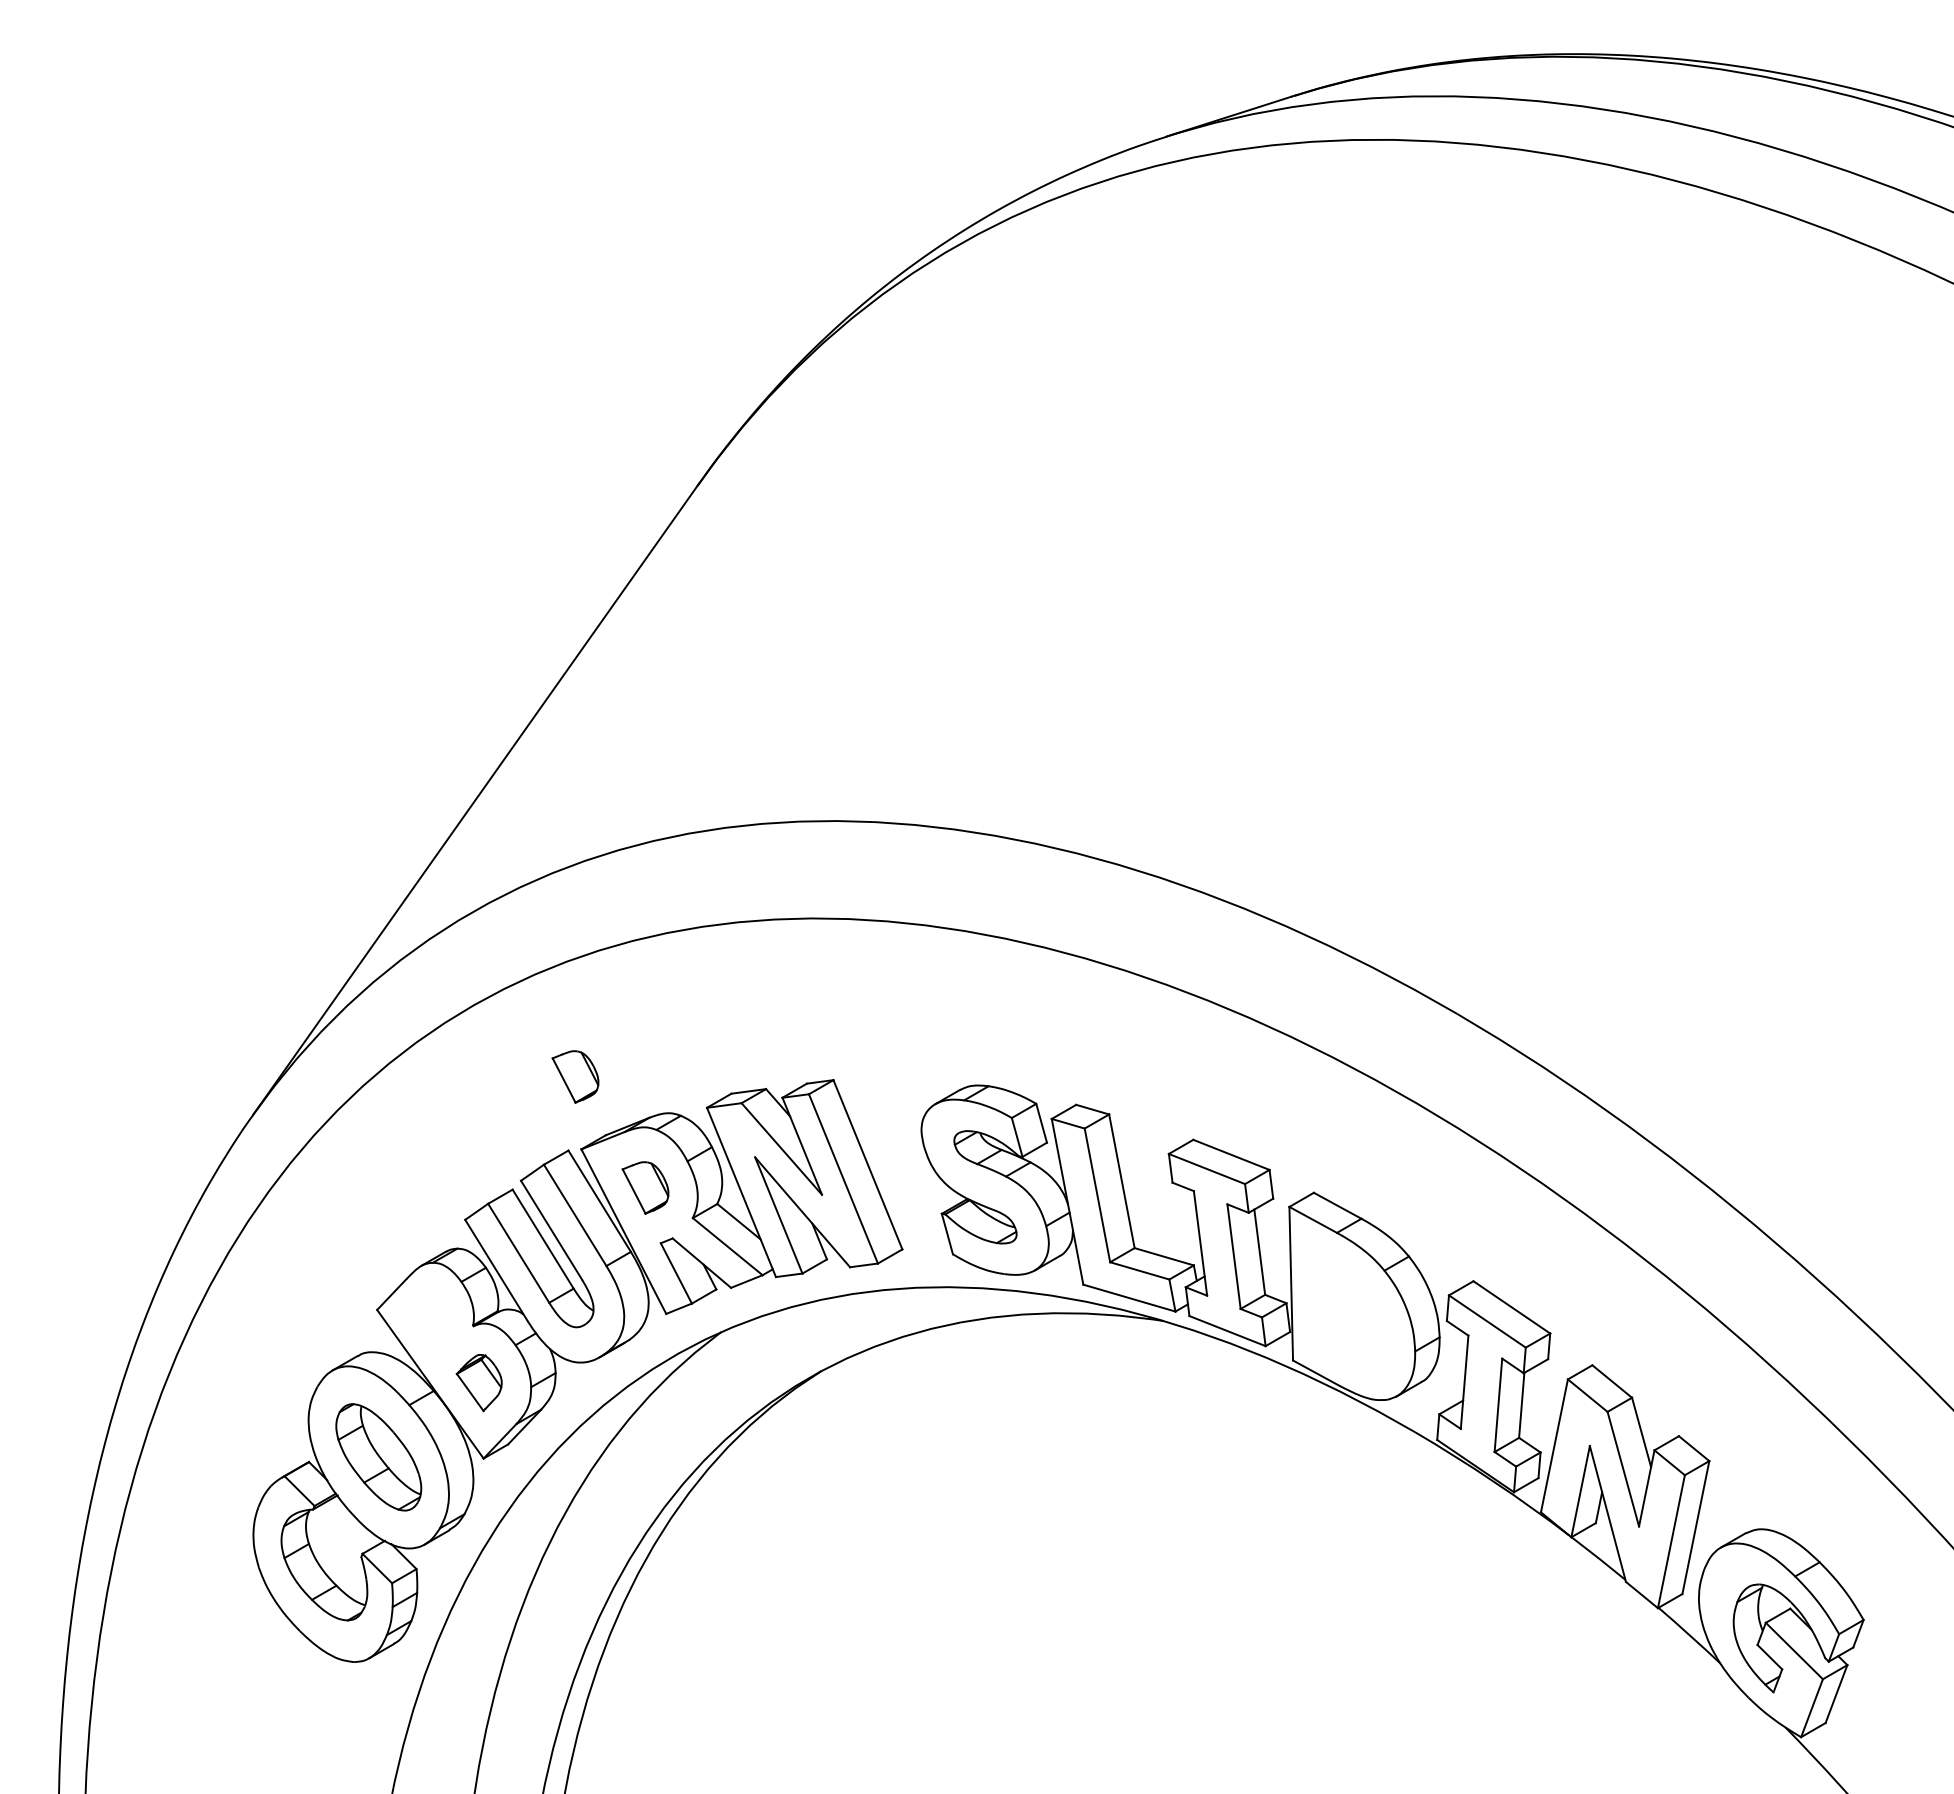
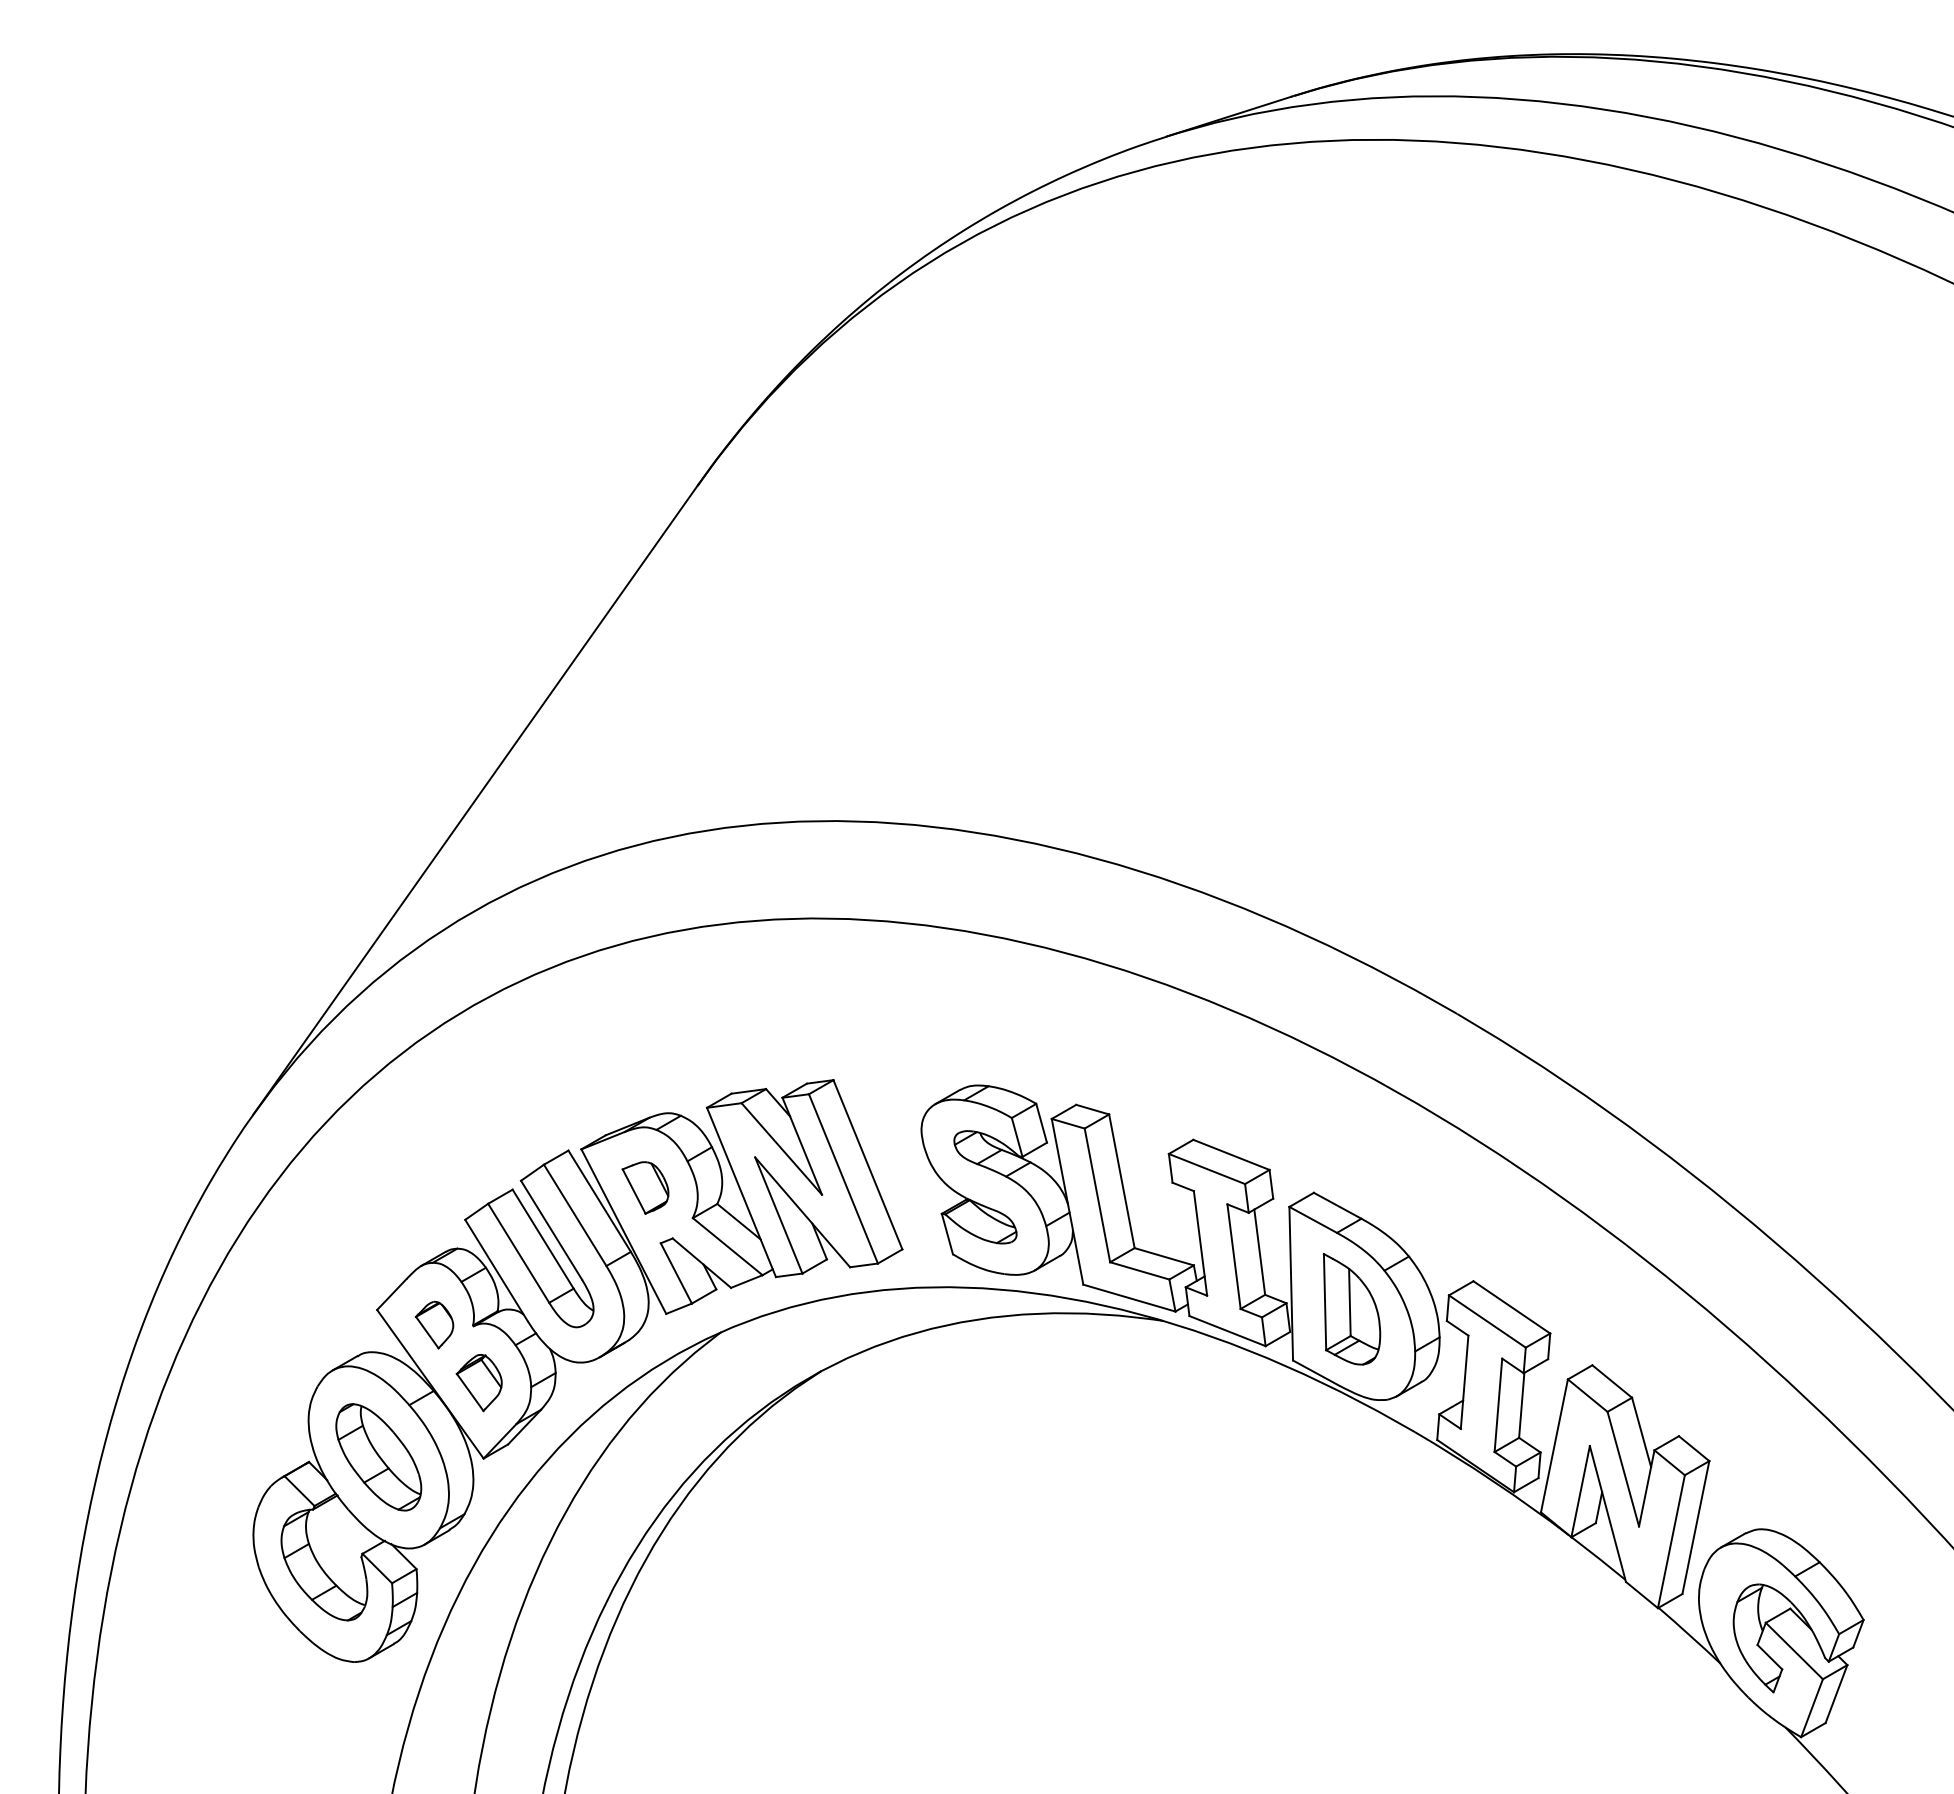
part at (575, 1076): present -> none
part at (1351, 1309): none -> present
part at (434, 1324): none -> present
